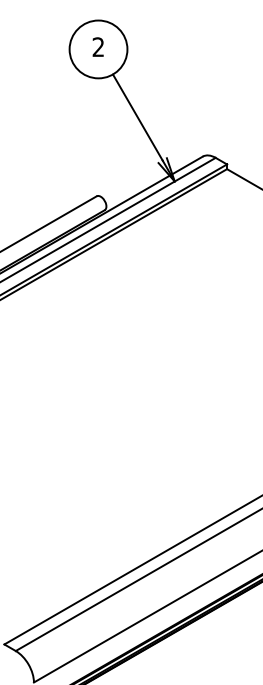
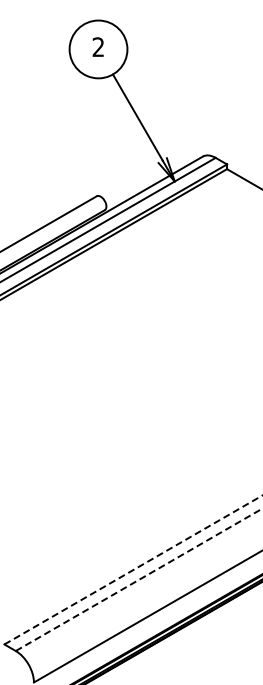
line at (133, 570): solid -> dashed
line at (139, 579): solid -> dashed
